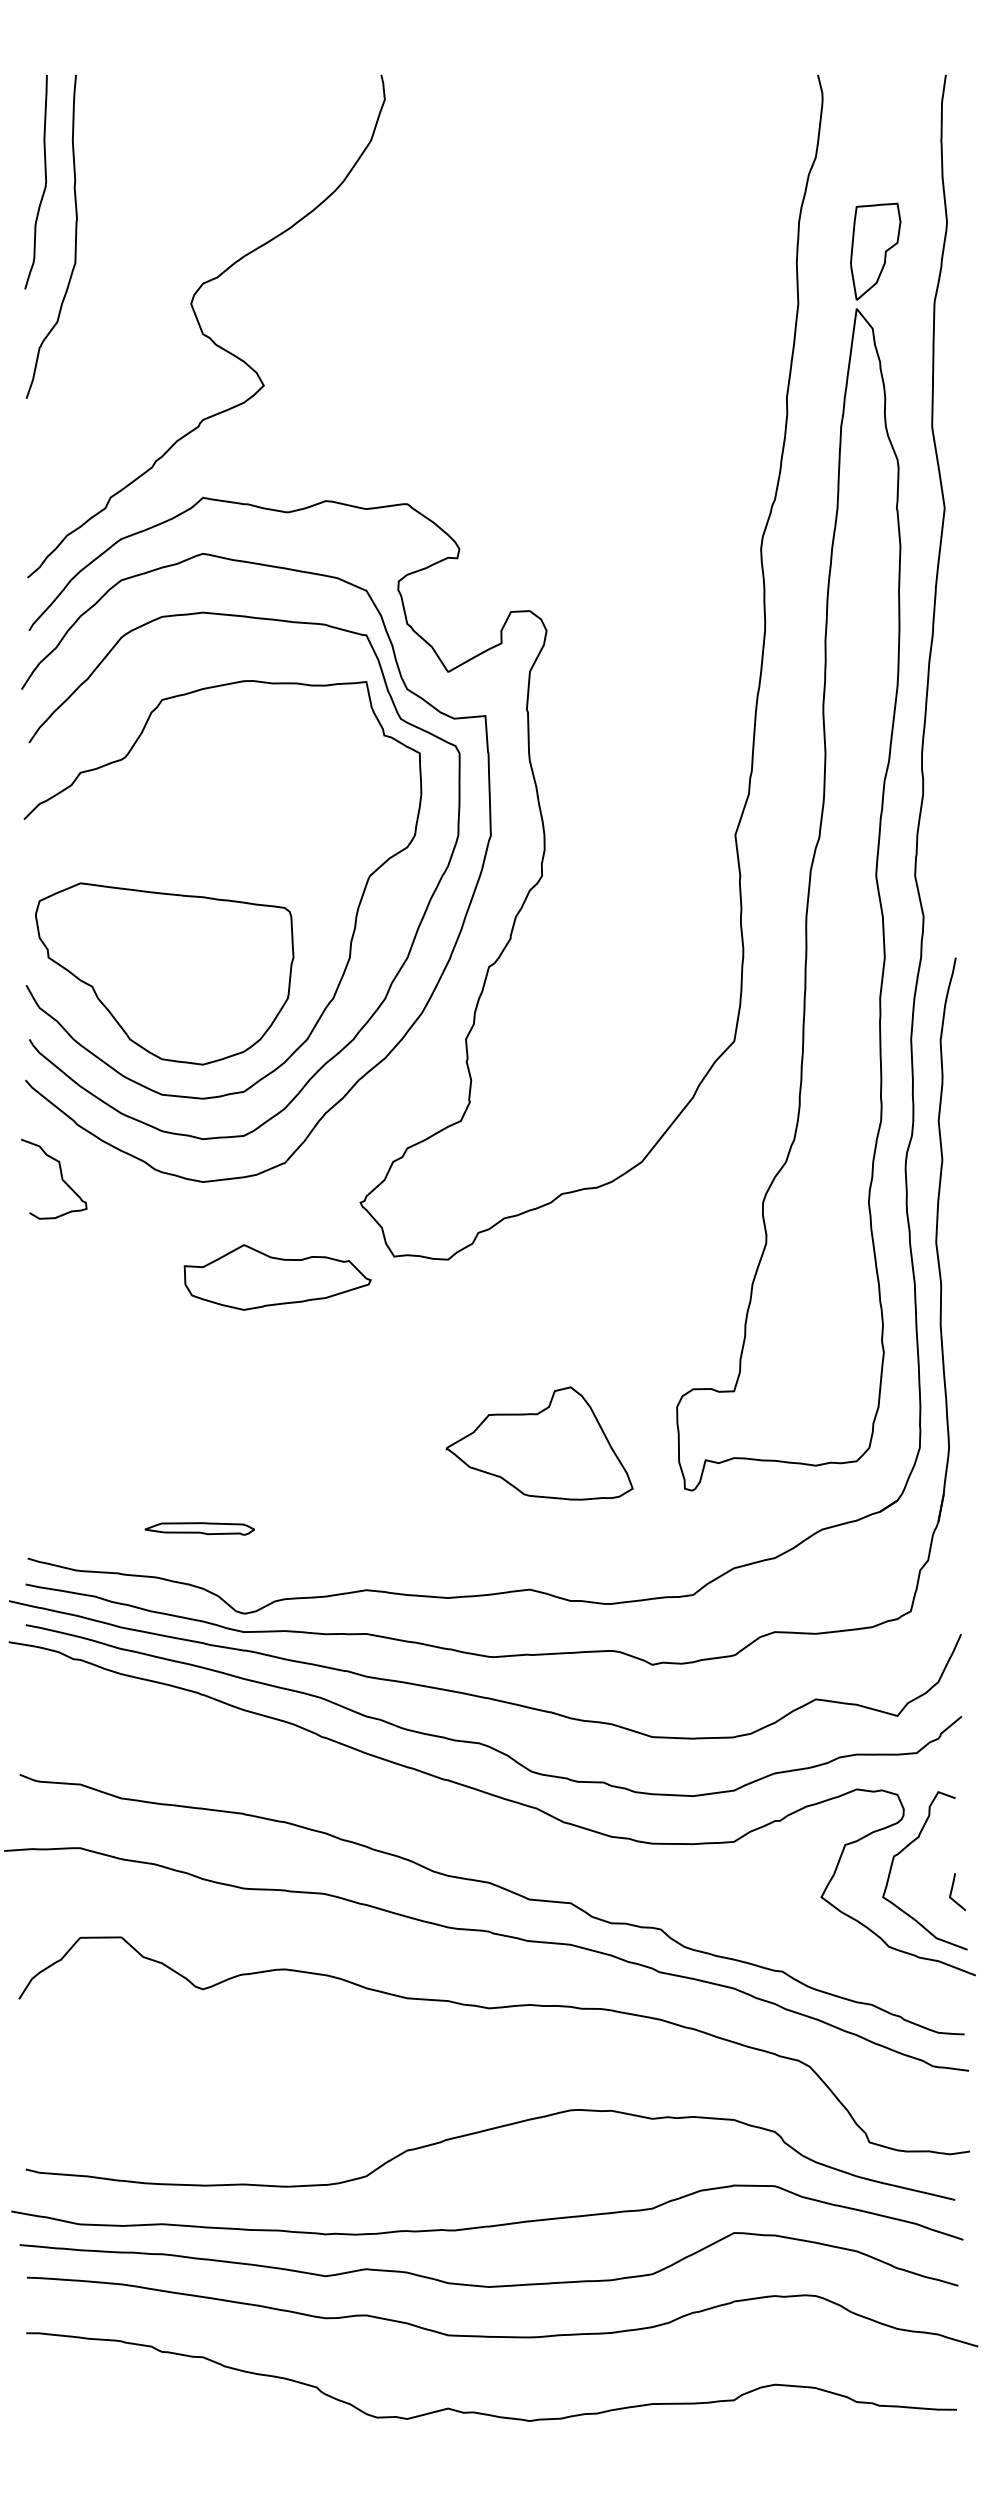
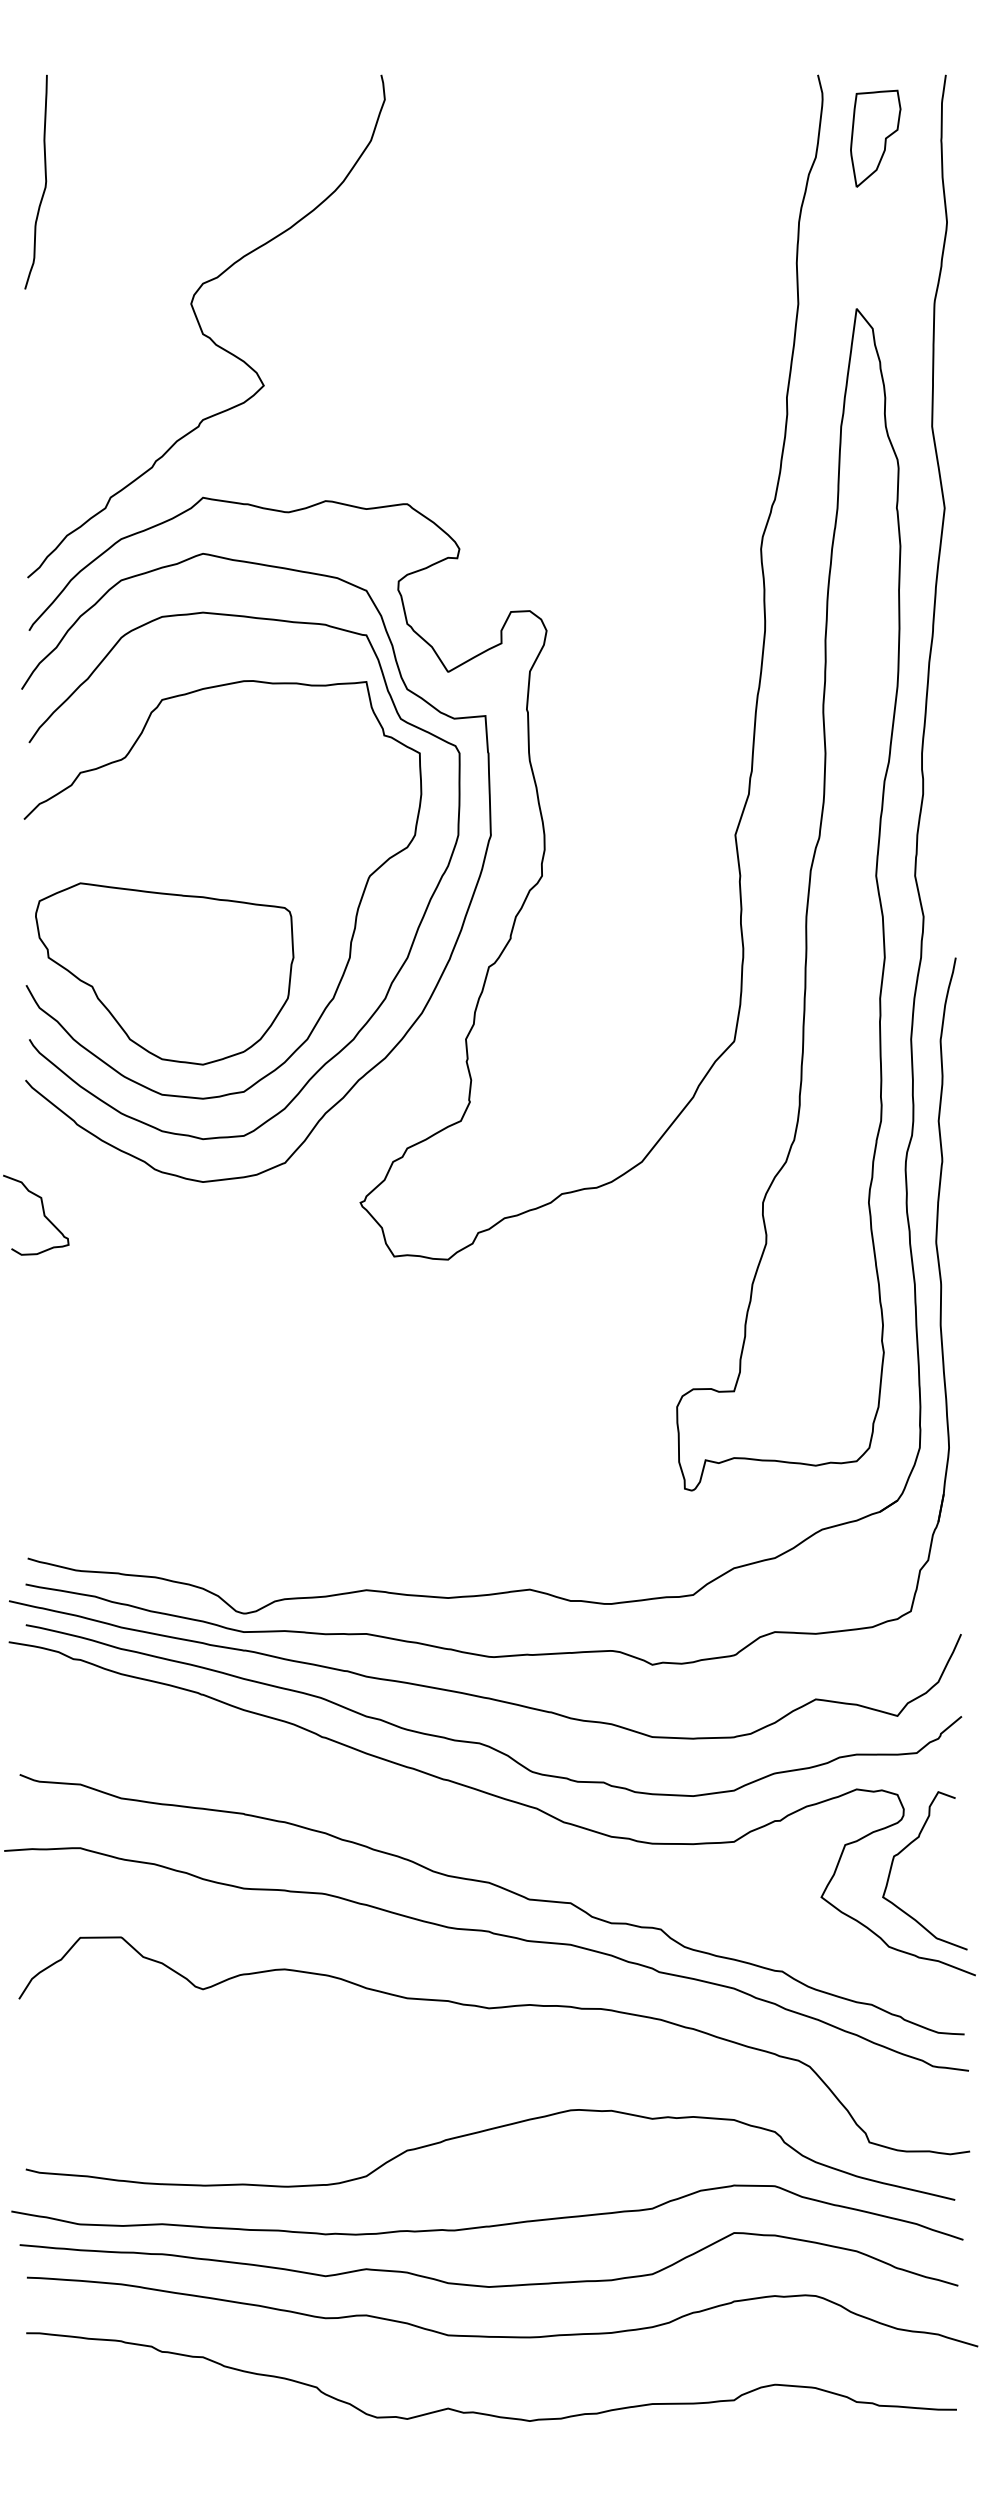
curve at (75, 236): present -> none
part at (875, 251) position: (875, 251) -> (875, 138)
curve at (60, 1175) position: (60, 1175) -> (42, 1211)
part at (277, 1277): present -> none
part at (539, 1443): present -> none
part at (199, 1528): present -> none
line at (952, 1891): present -> none
